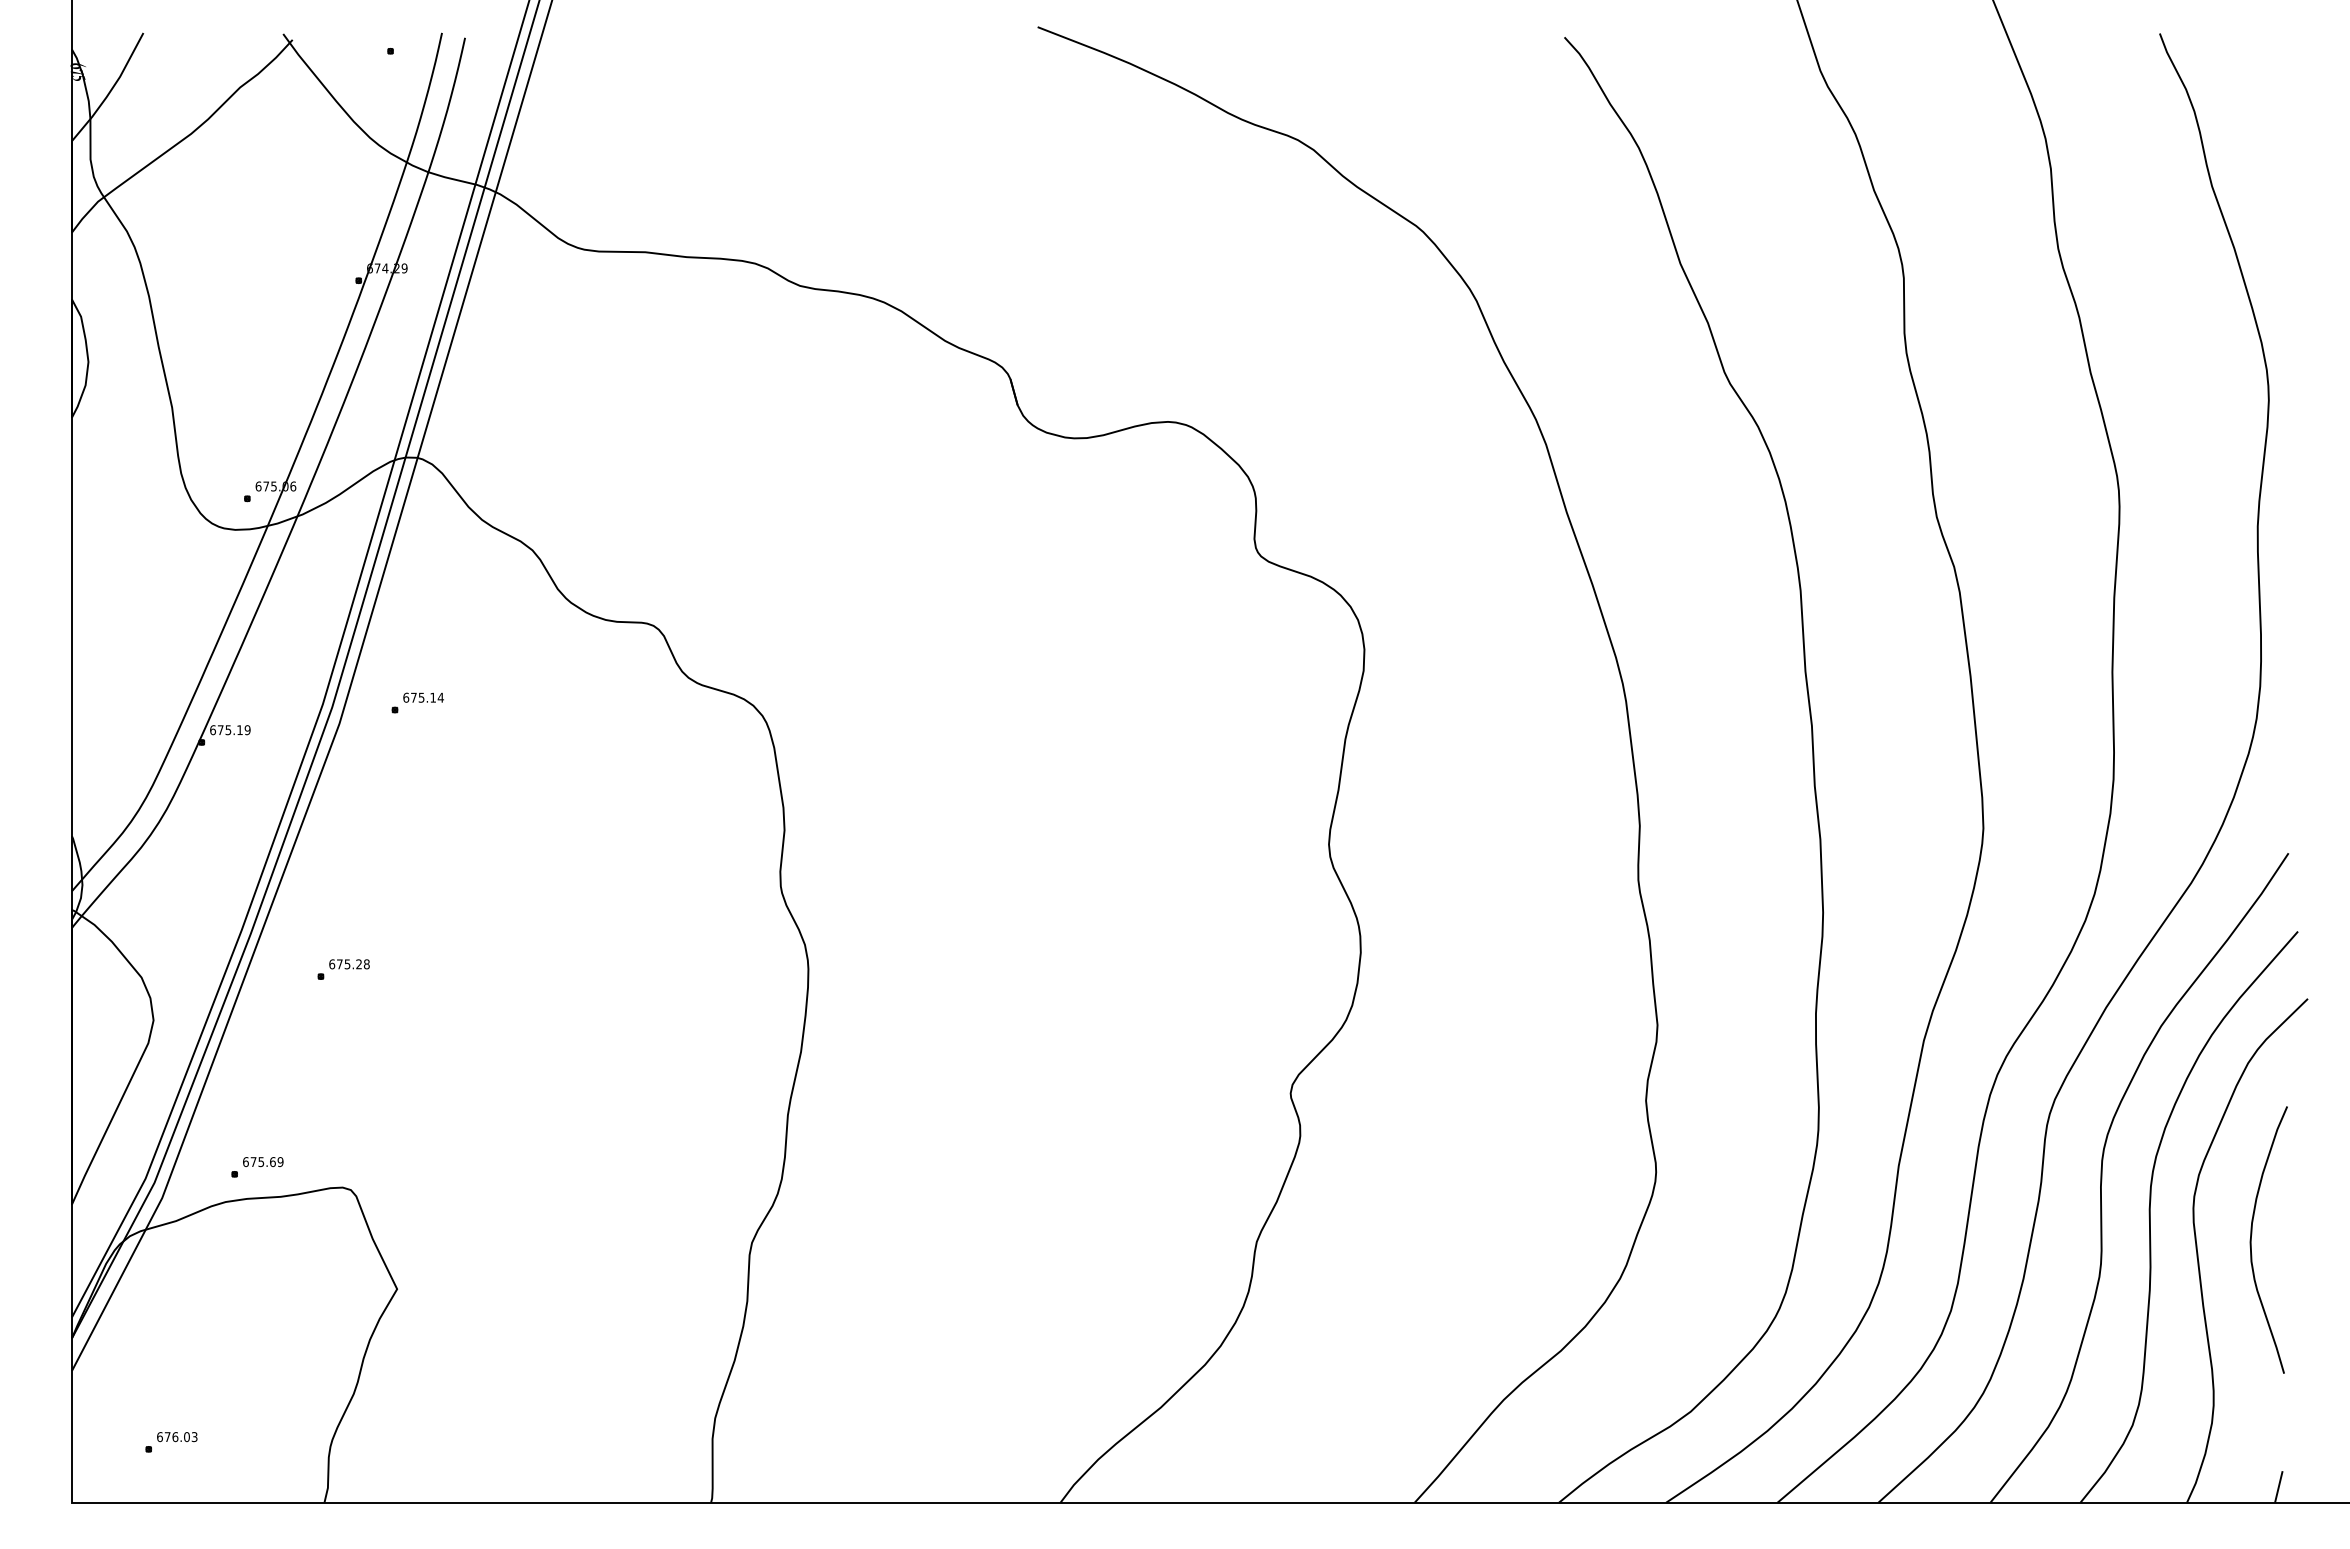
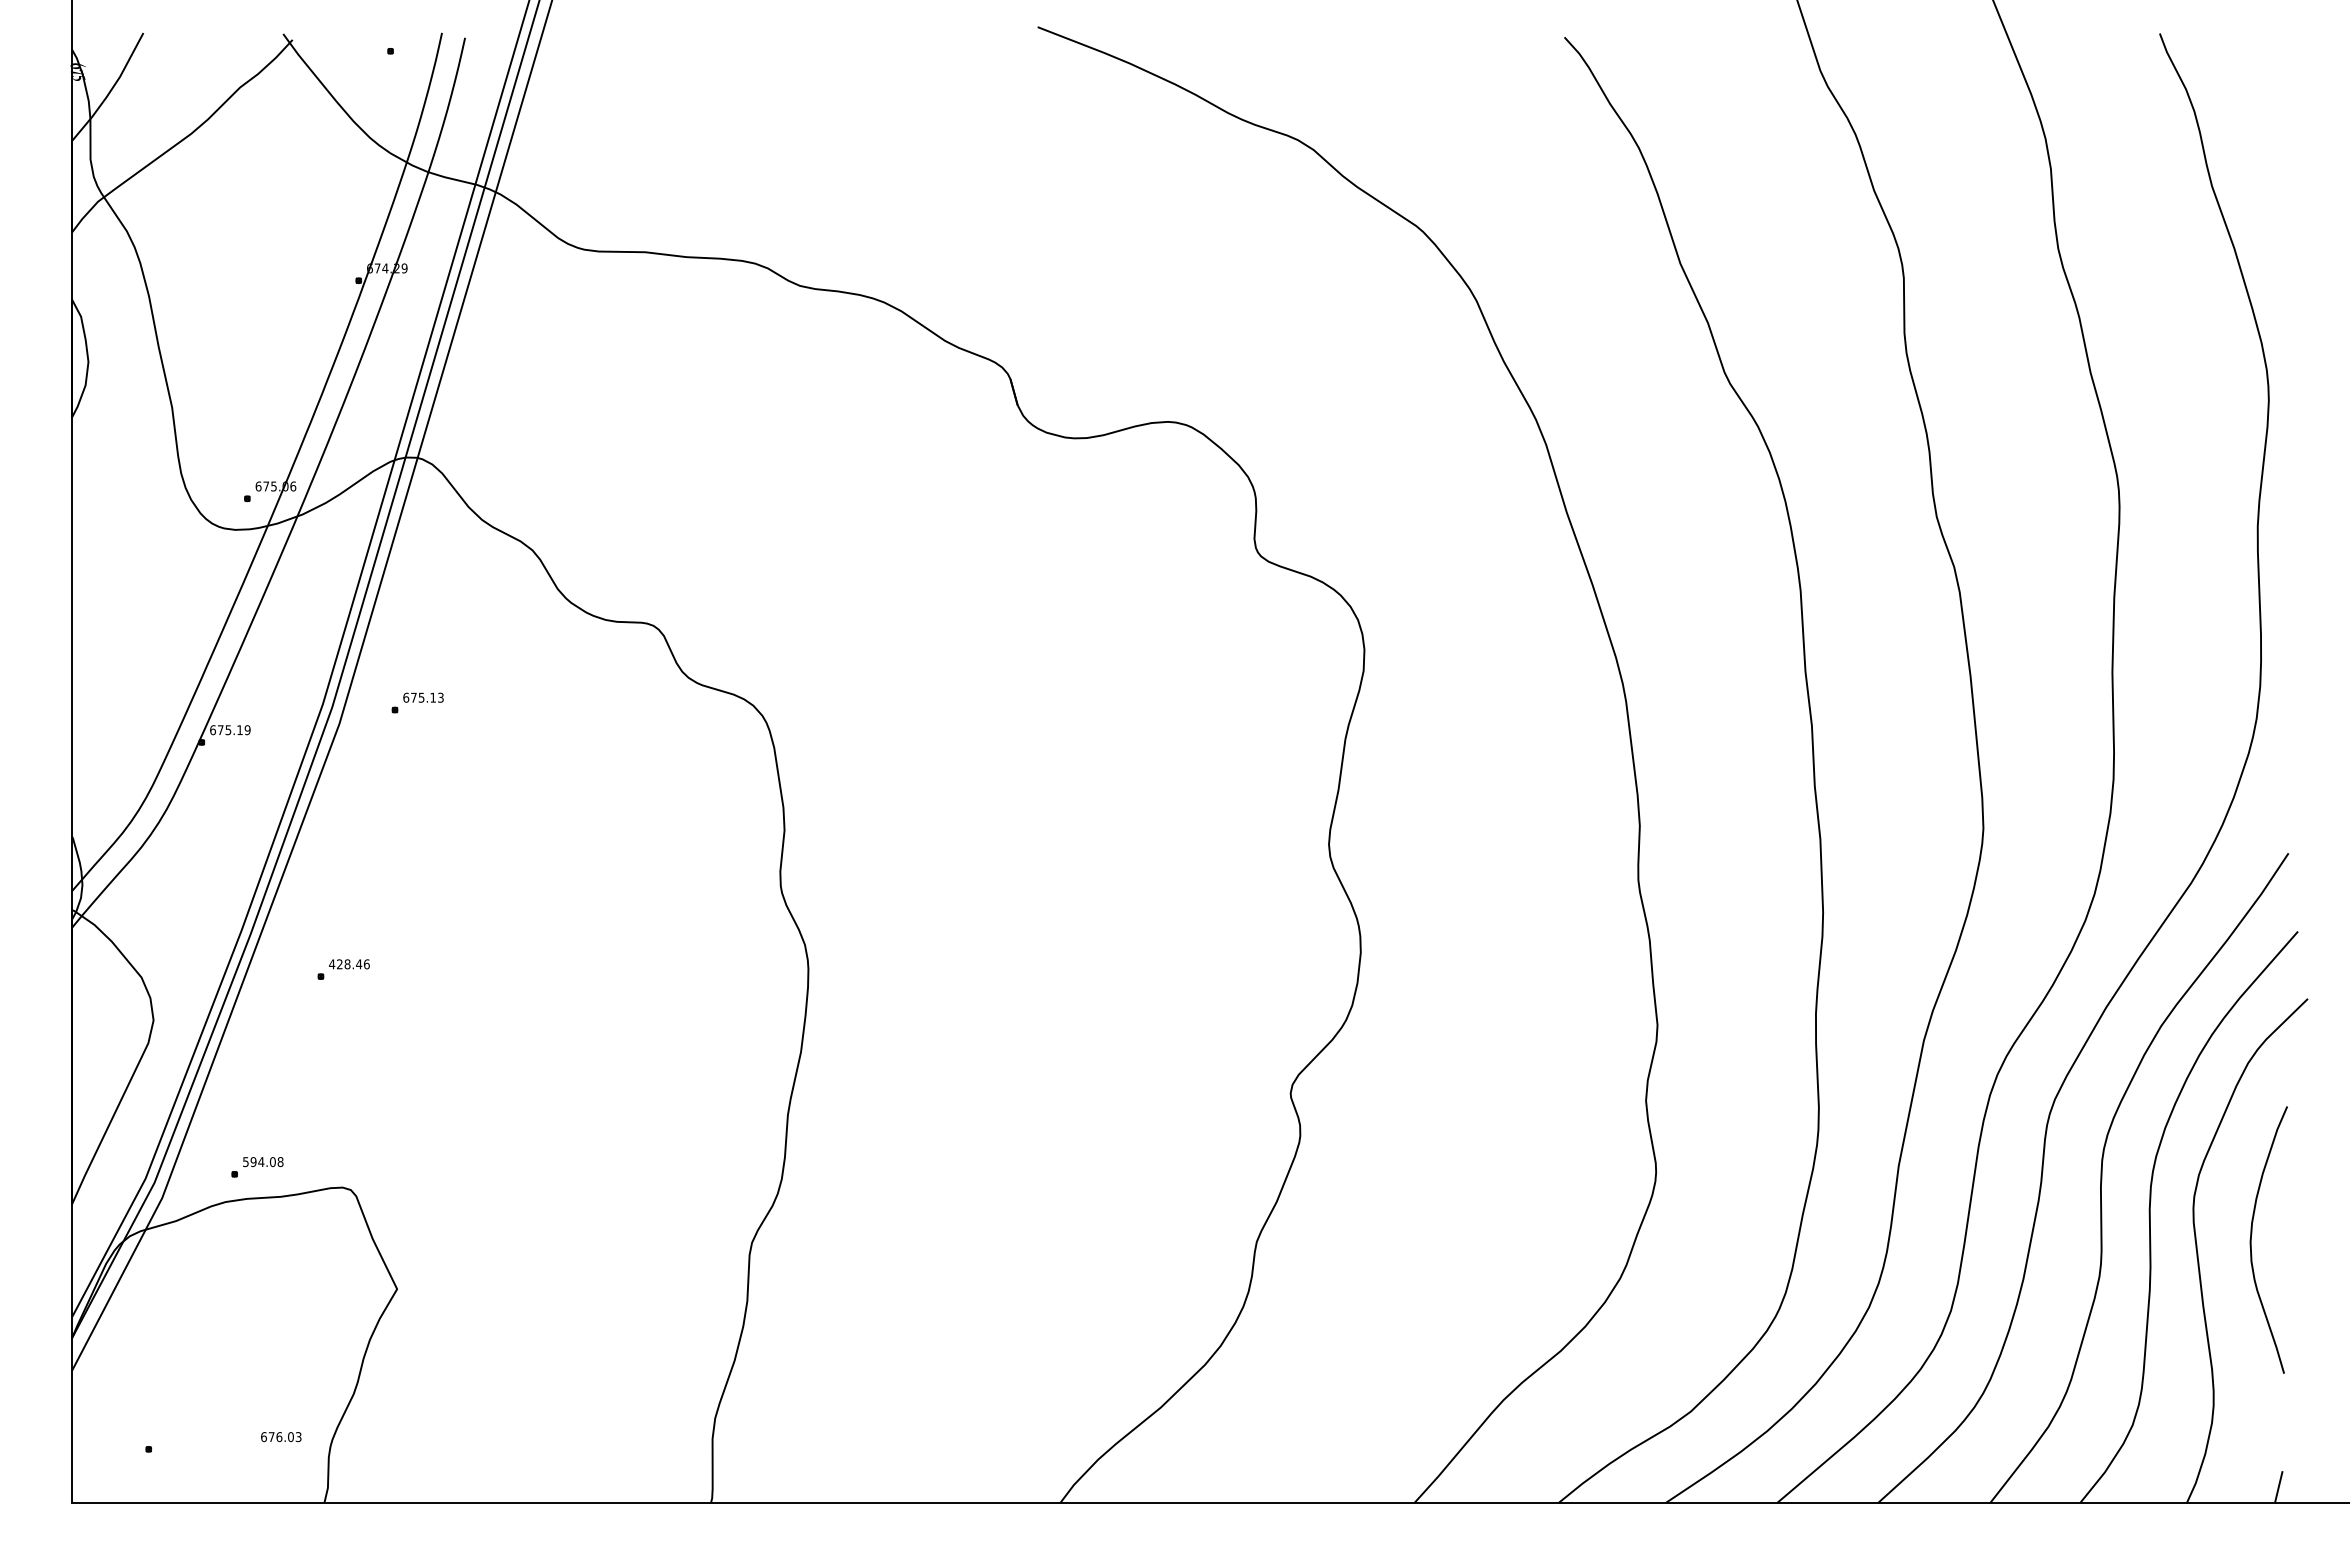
text at (440, 697): 675.14 -> 675.13
text at (349, 964): 675.28 -> 428.46
text at (263, 1162): 675.69 -> 594.08
text at (177, 1437) position: (177, 1437) -> (281, 1437)
